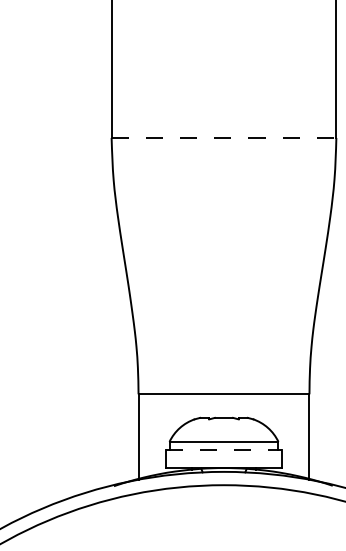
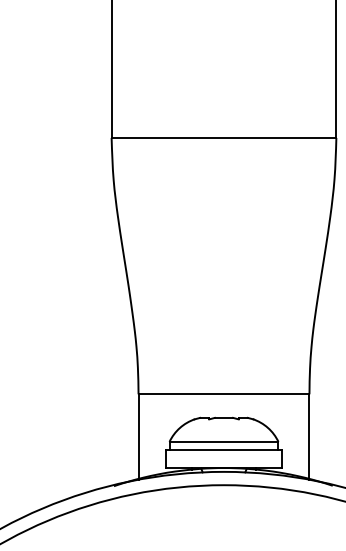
line at (224, 137): dashed -> solid
line at (224, 449): dashed -> solid
